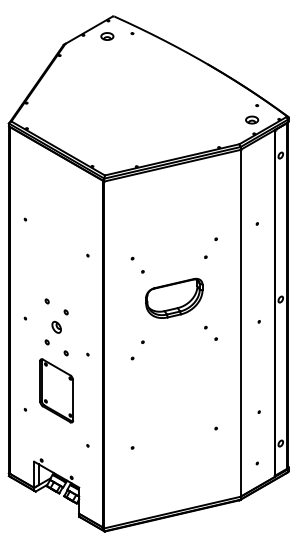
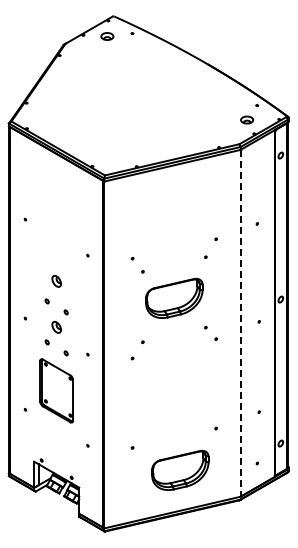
part at (252, 119) position: (252, 119) -> (247, 119)
part at (56, 281): none -> present
line at (240, 323): solid -> dashed
part at (180, 469): none -> present
